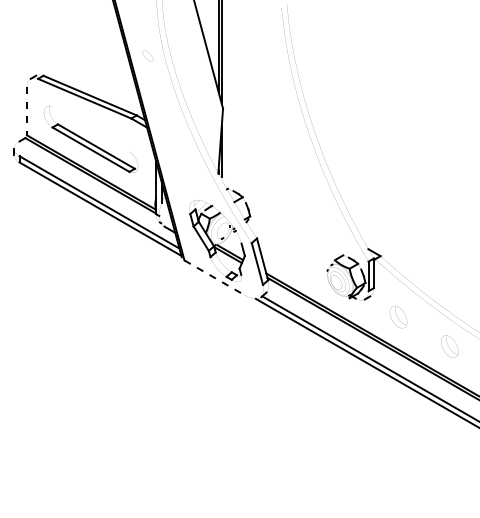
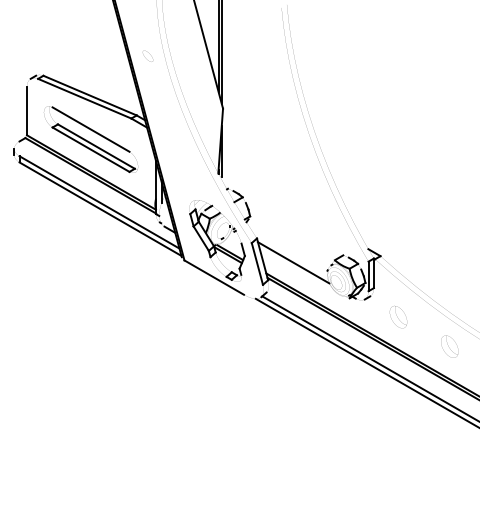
line at (27, 111): dashed -> solid
line at (90, 129): none -> present
line at (293, 262): none -> present
line at (214, 277): dashed -> solid
